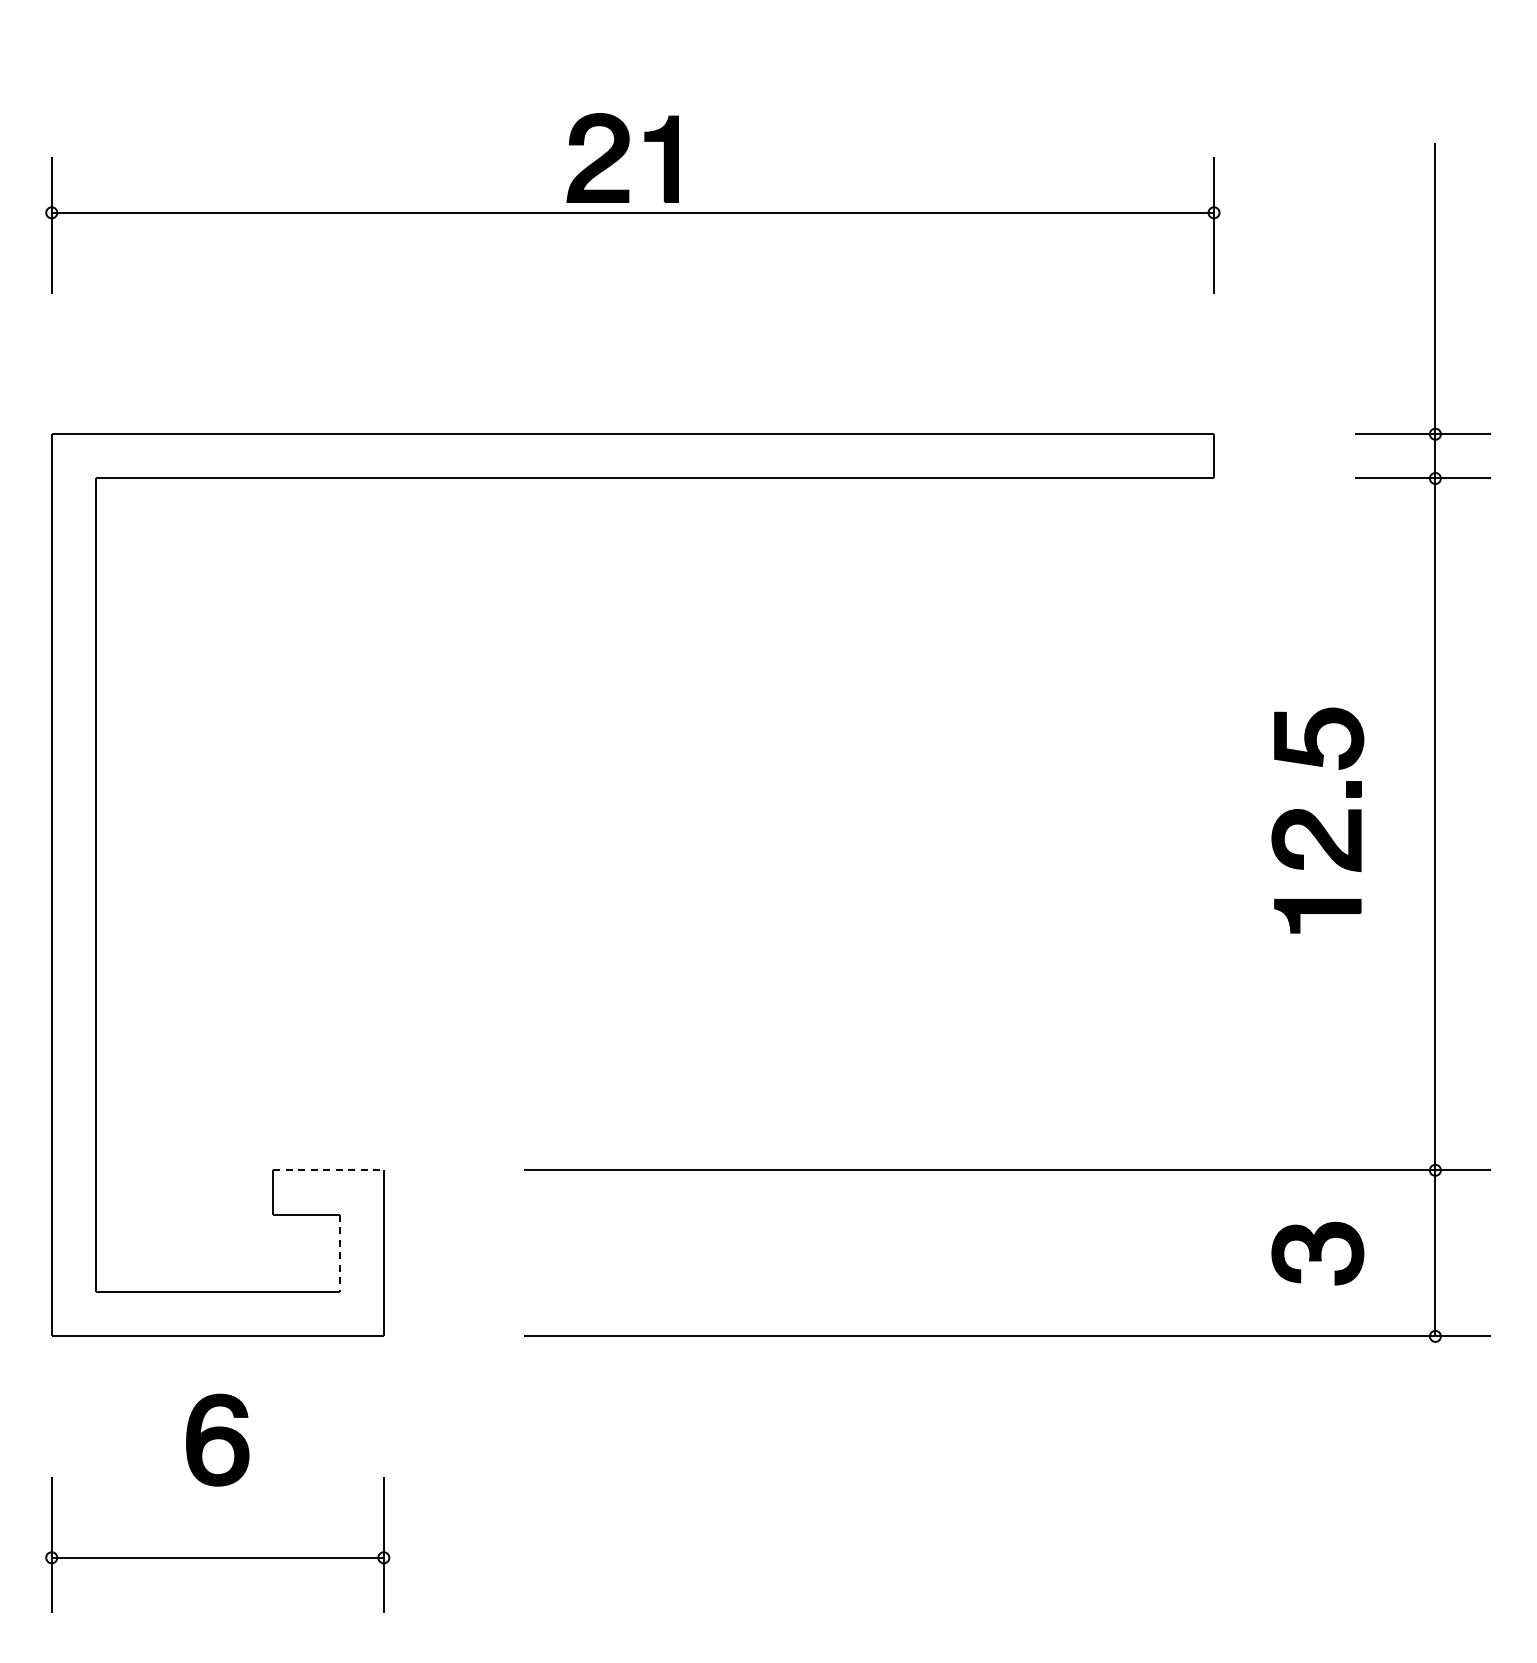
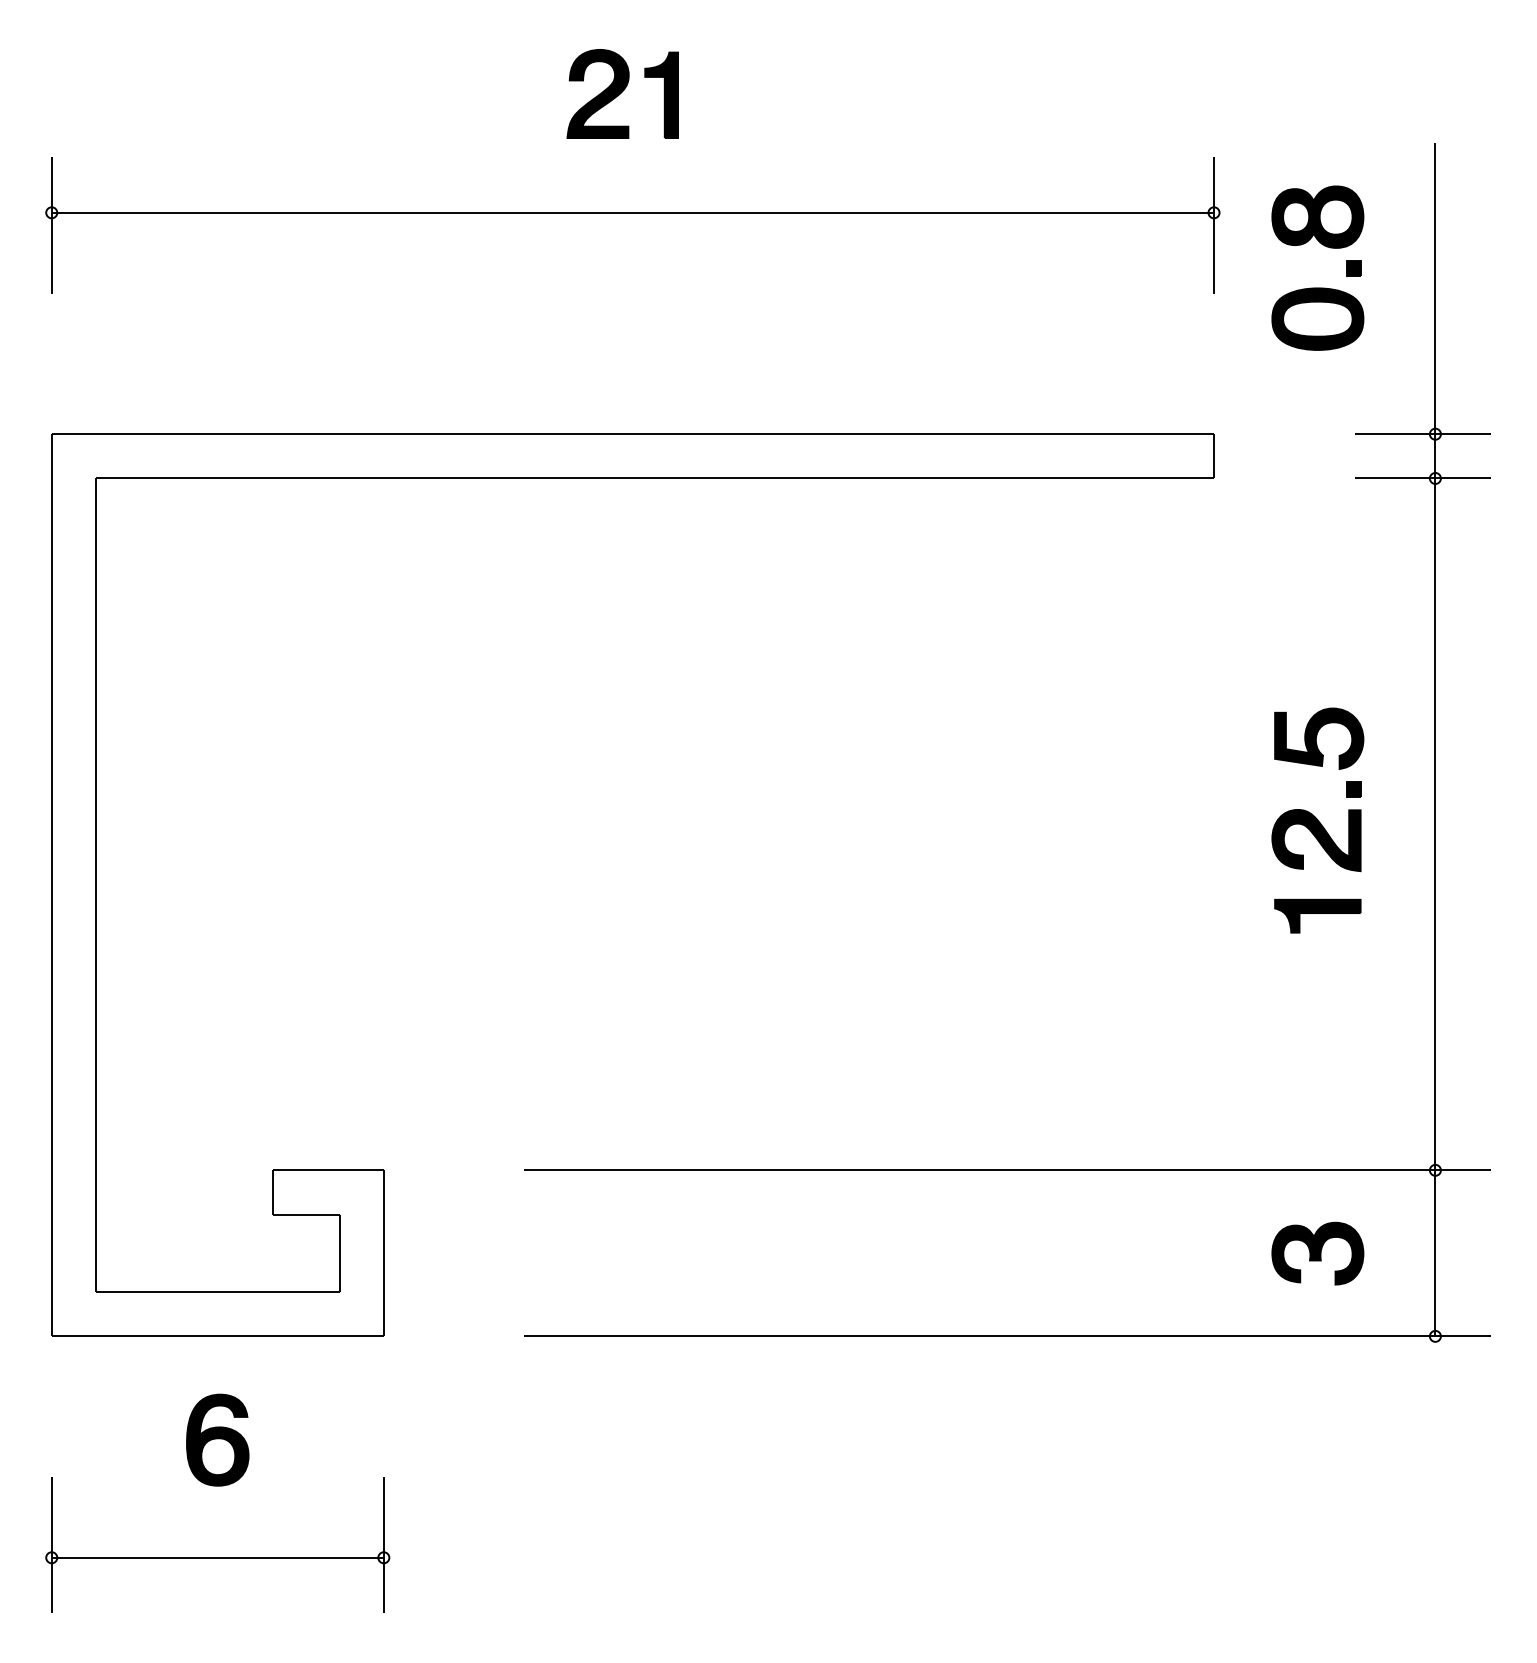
part at (622, 157) position: (622, 157) -> (622, 93)
part at (1317, 287): none -> present
line at (328, 1170): dashed -> solid
line at (339, 1253): dashed -> solid
